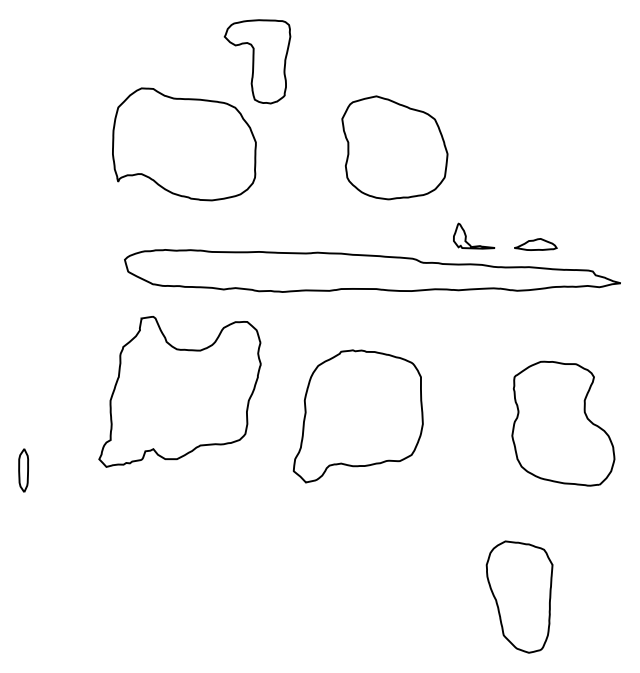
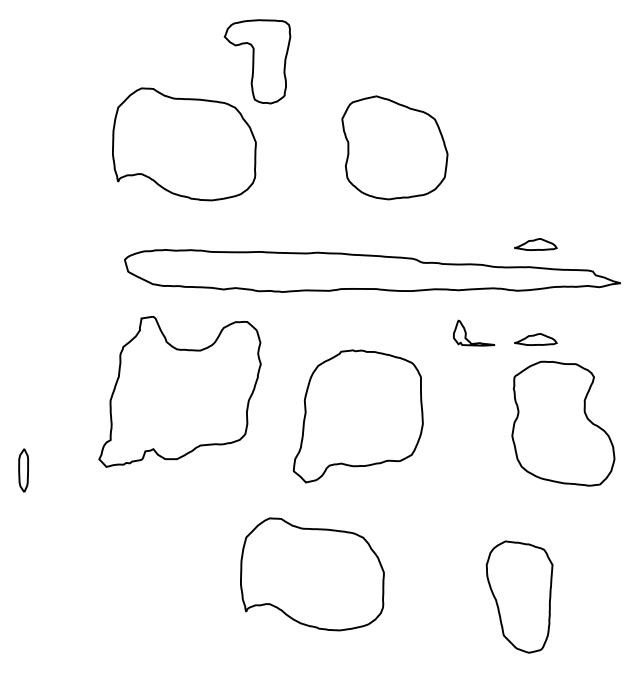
part at (466, 235) position: (466, 235) -> (466, 332)
part at (535, 339): none -> present
part at (312, 574): none -> present
